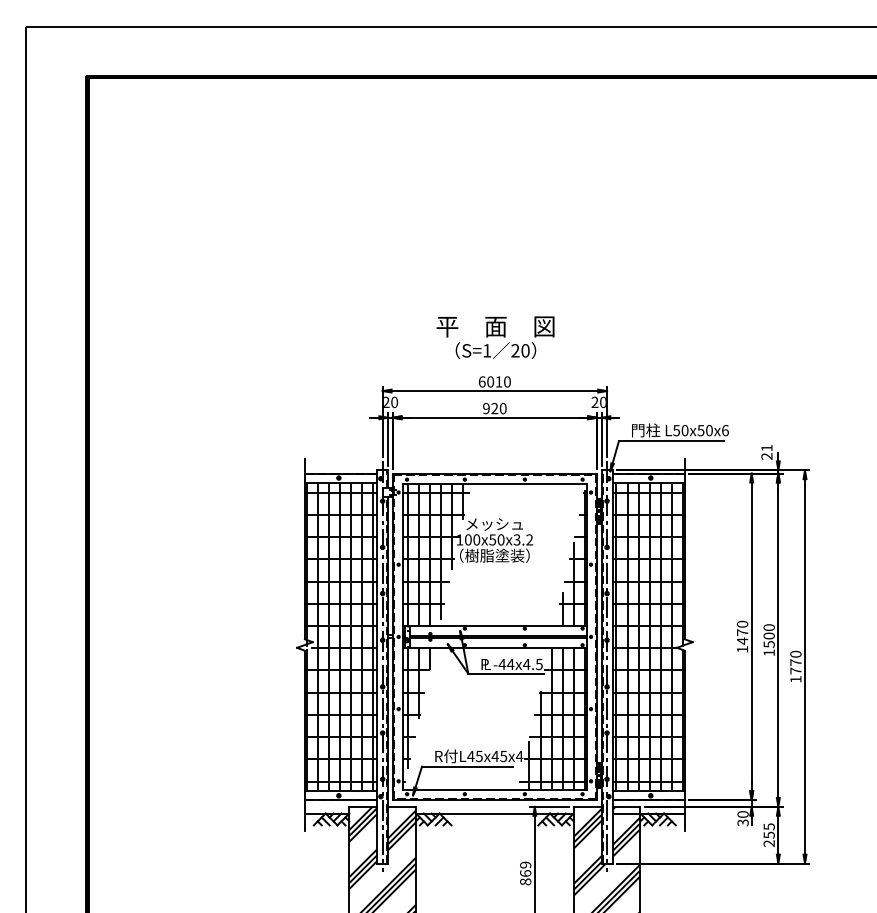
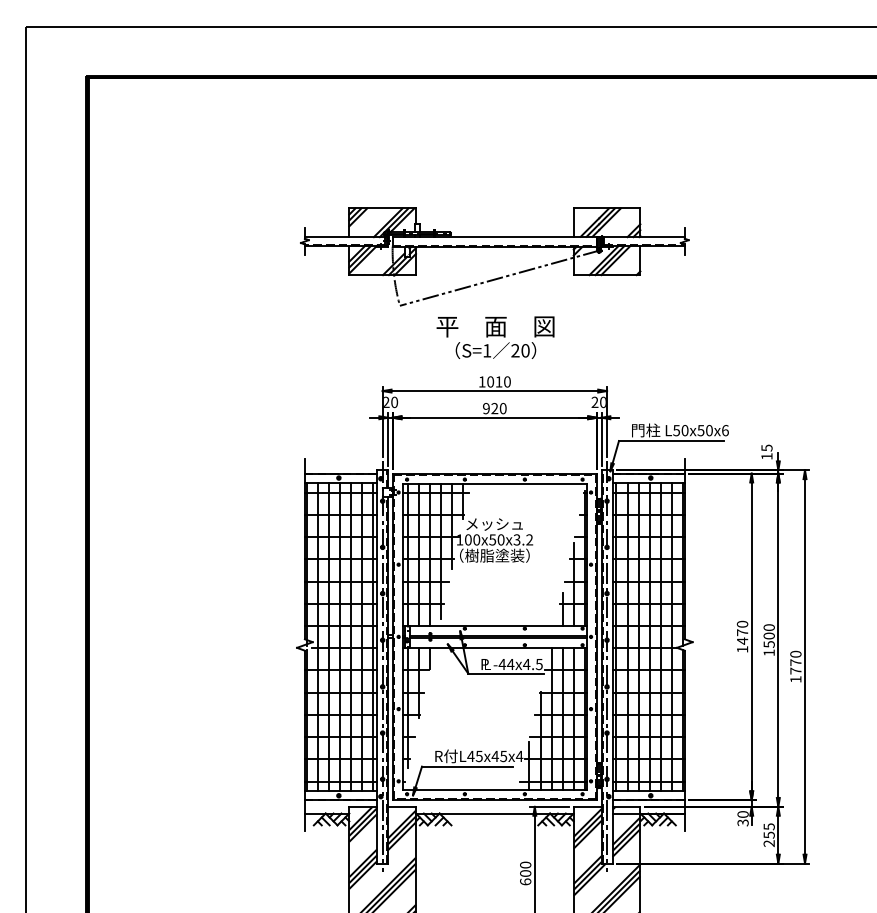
part at (494, 247): none -> present
text at (482, 381): 6010 -> 1010
text at (766, 451): 21 -> 15
text at (525, 873): 869 -> 600
